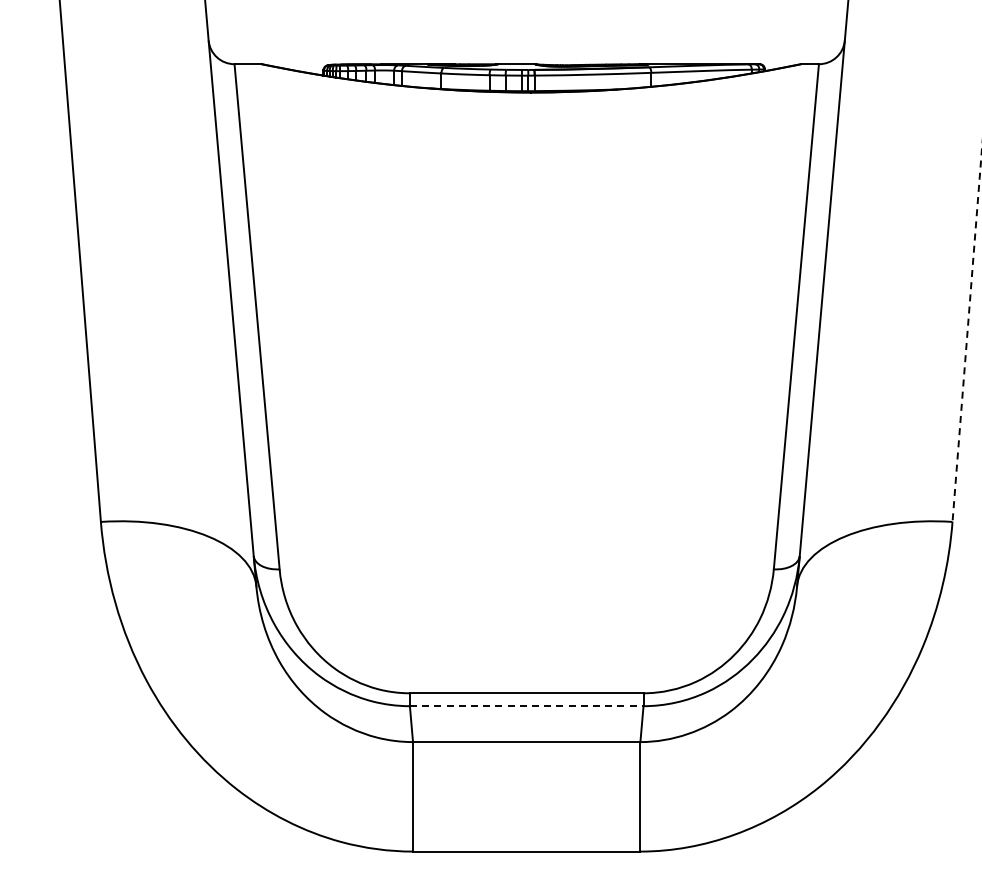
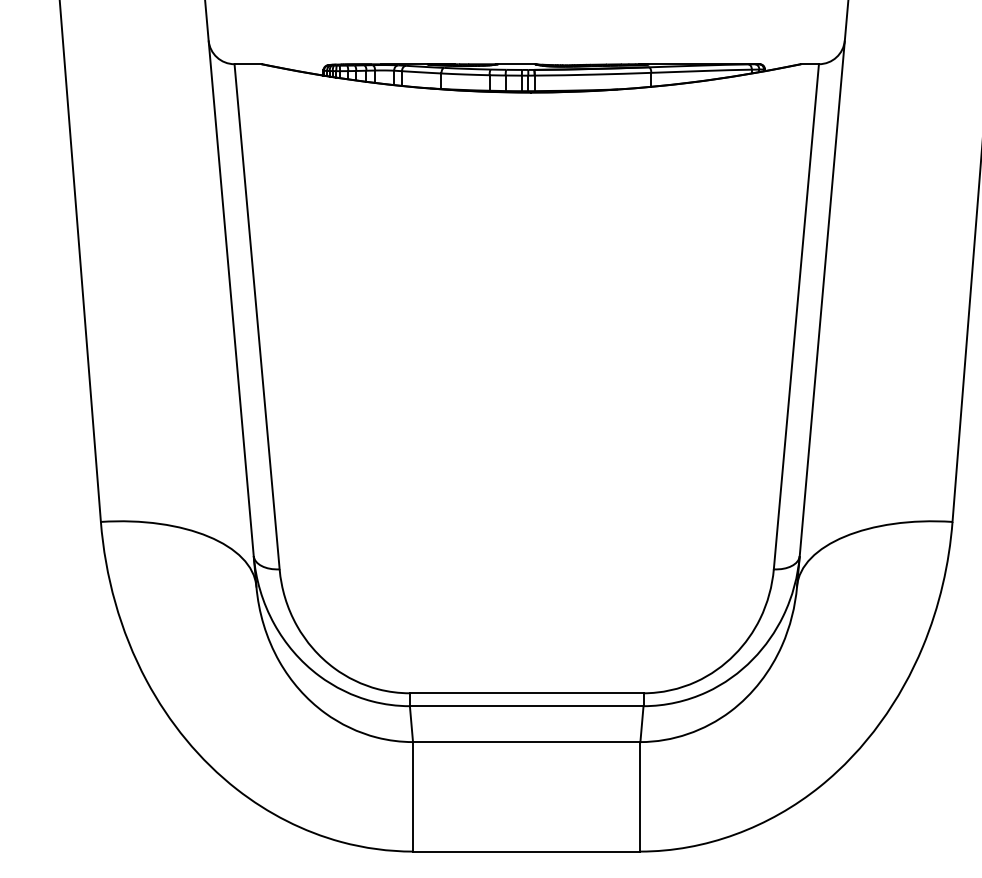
line at (967, 335): dashed -> solid
line at (526, 706): dashed -> solid
